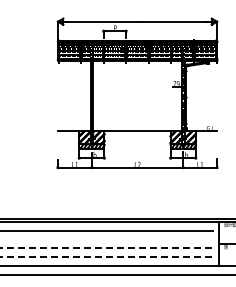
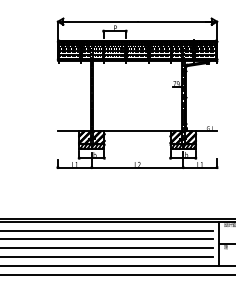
line at (107, 239): none -> present
line at (107, 248): dashed -> solid
line at (107, 257): dashed -> solid
